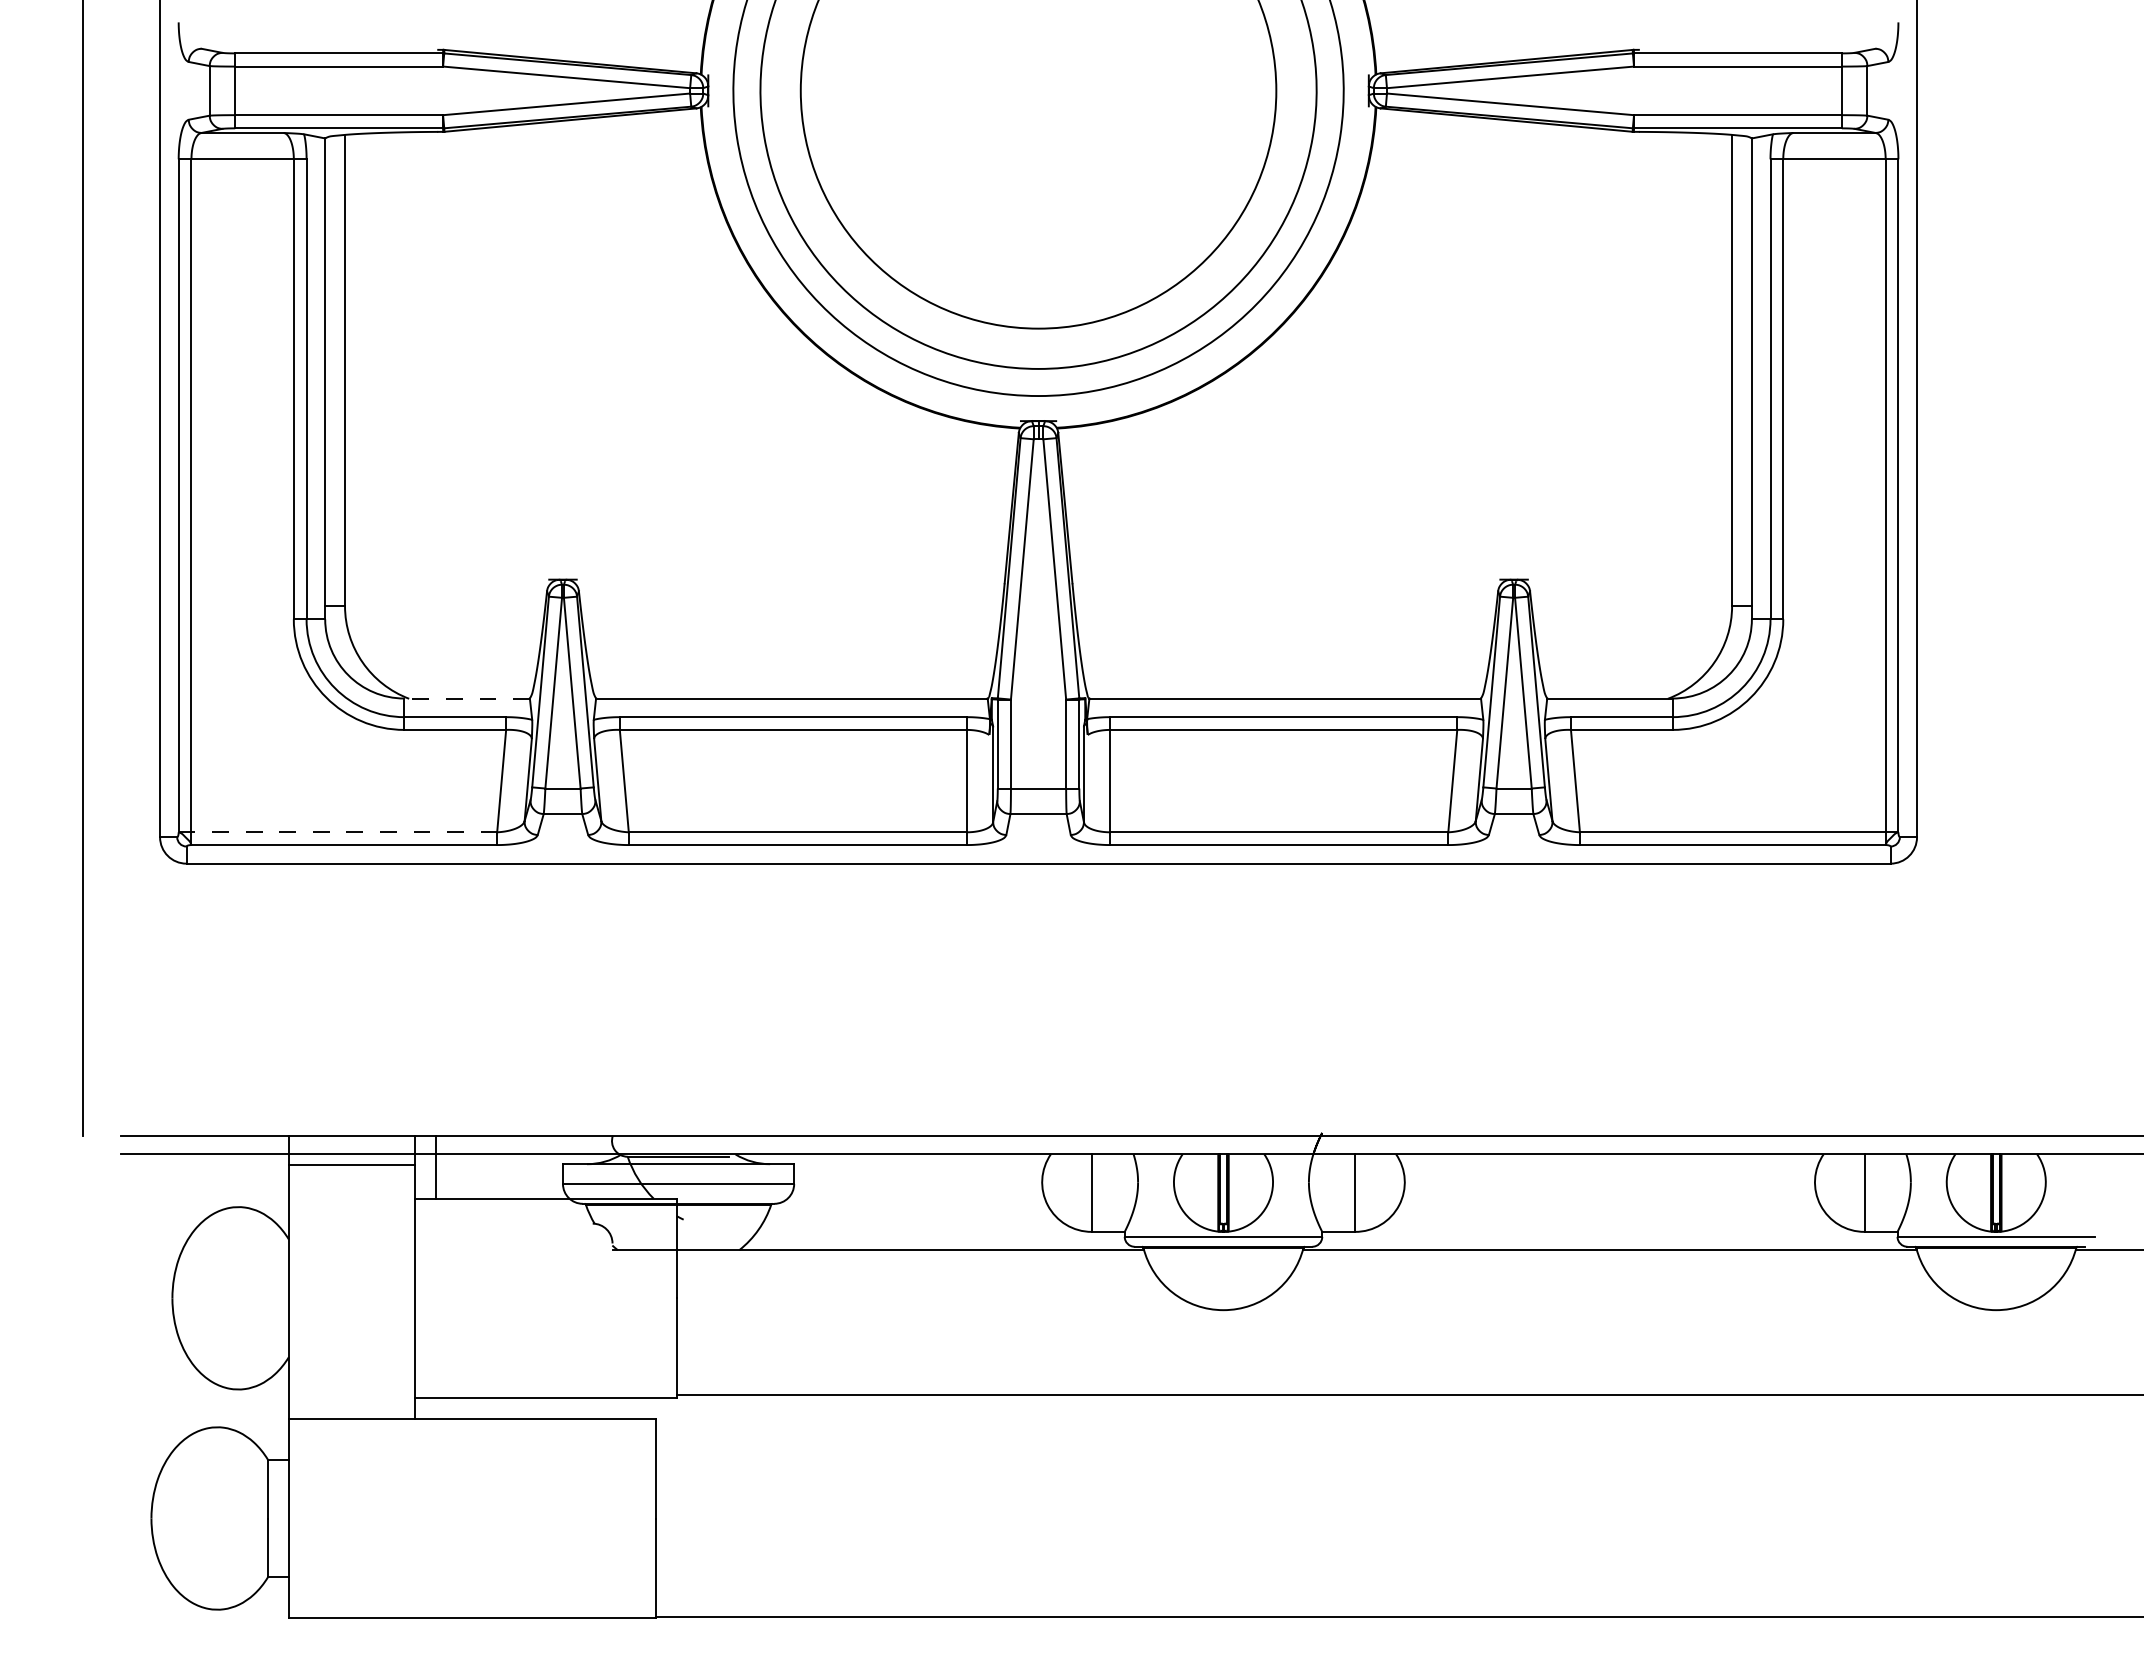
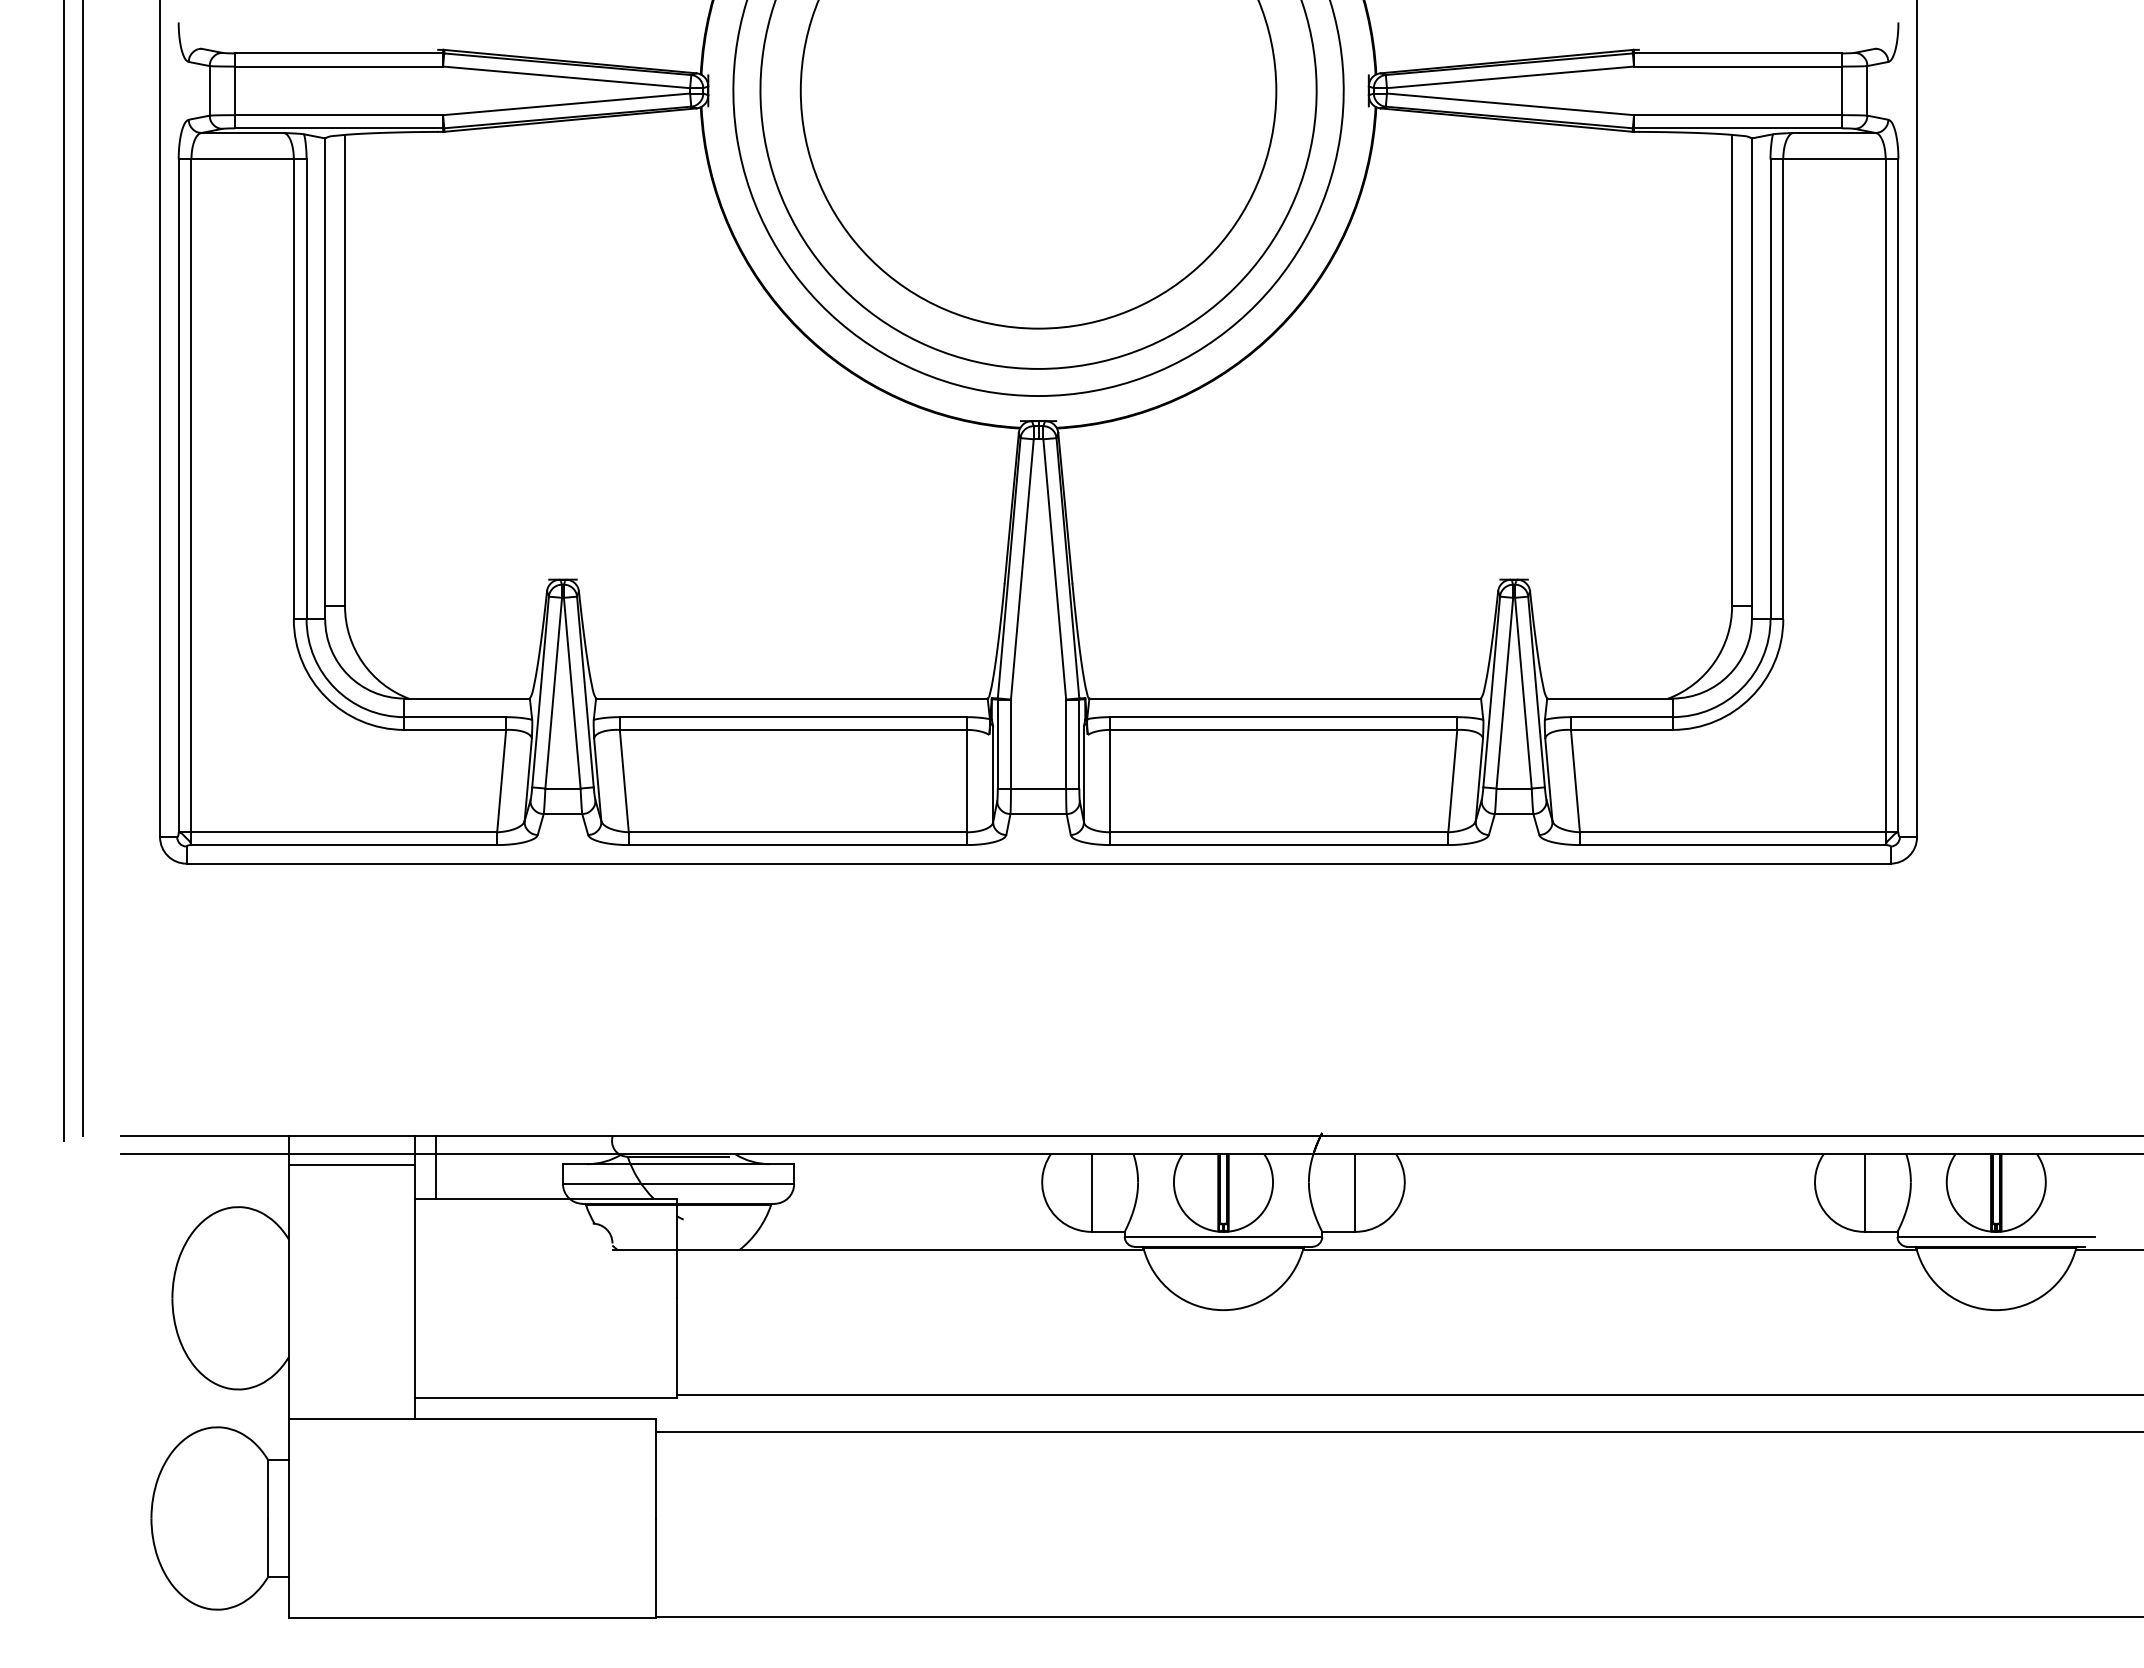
line at (64, 571): none -> present
line at (467, 698): dashed -> solid
line at (338, 832): dashed -> solid
line at (1397, 1431): none -> present
